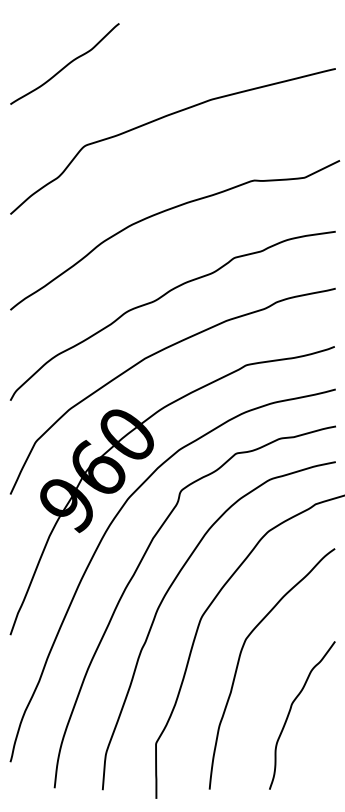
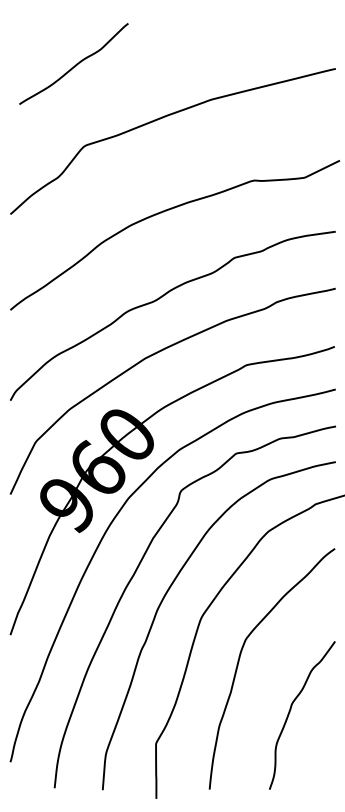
curve at (66, 64) position: (66, 64) -> (75, 64)
